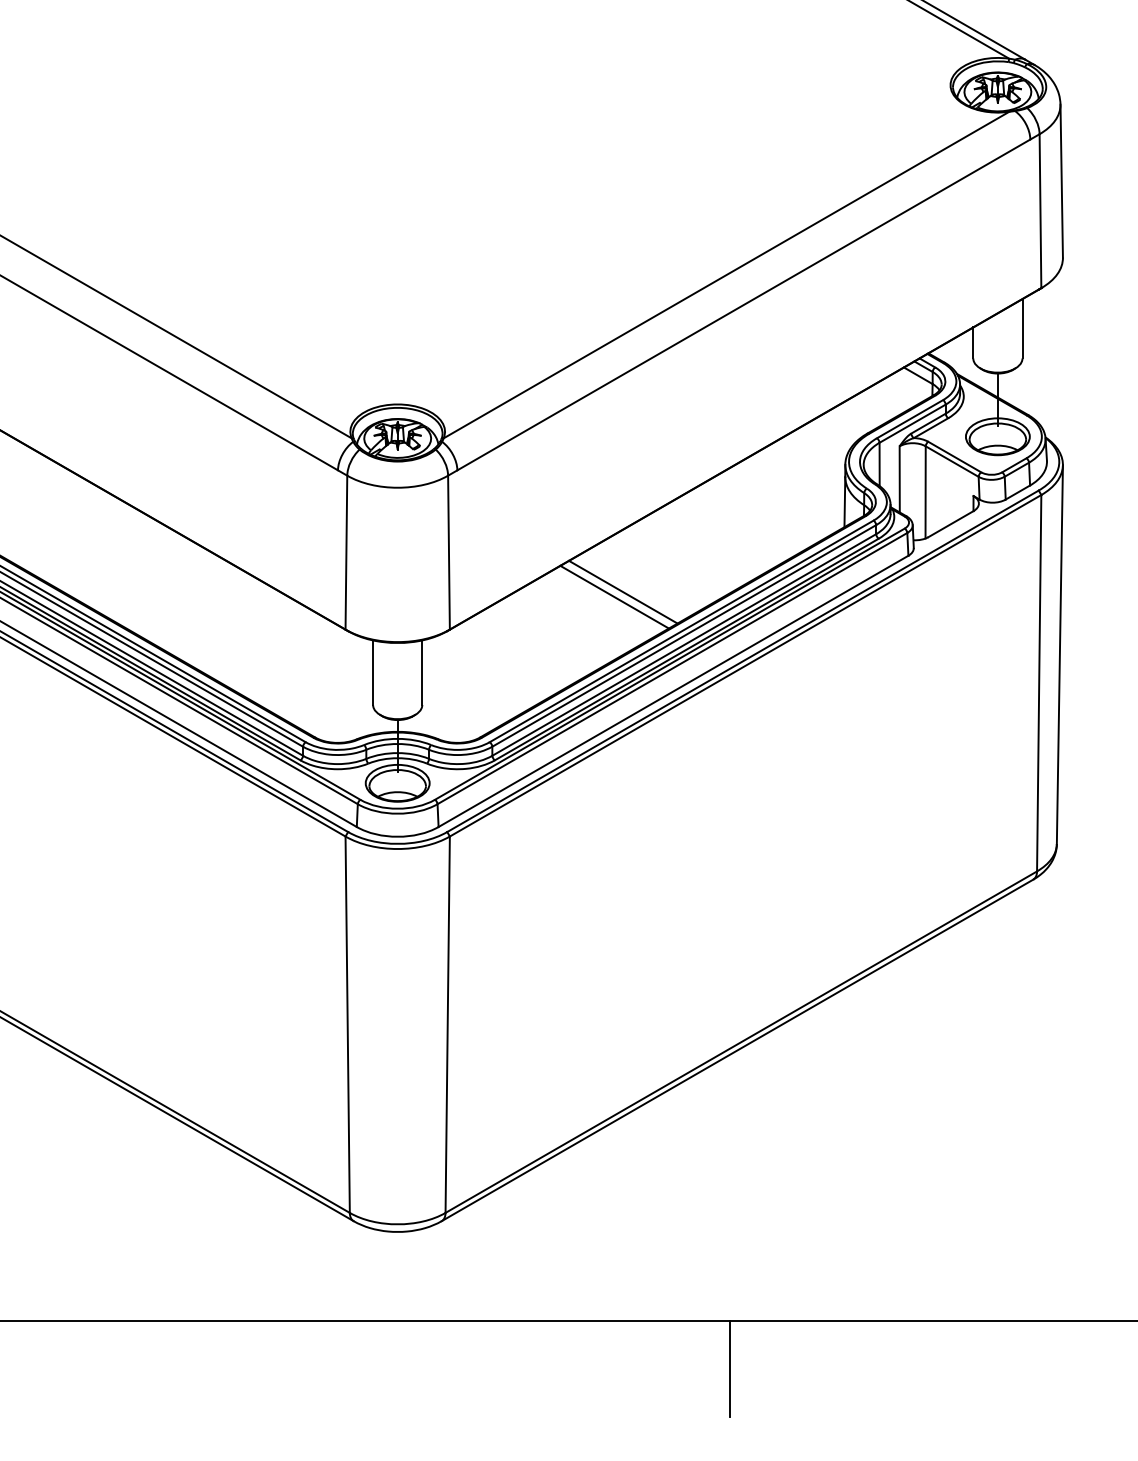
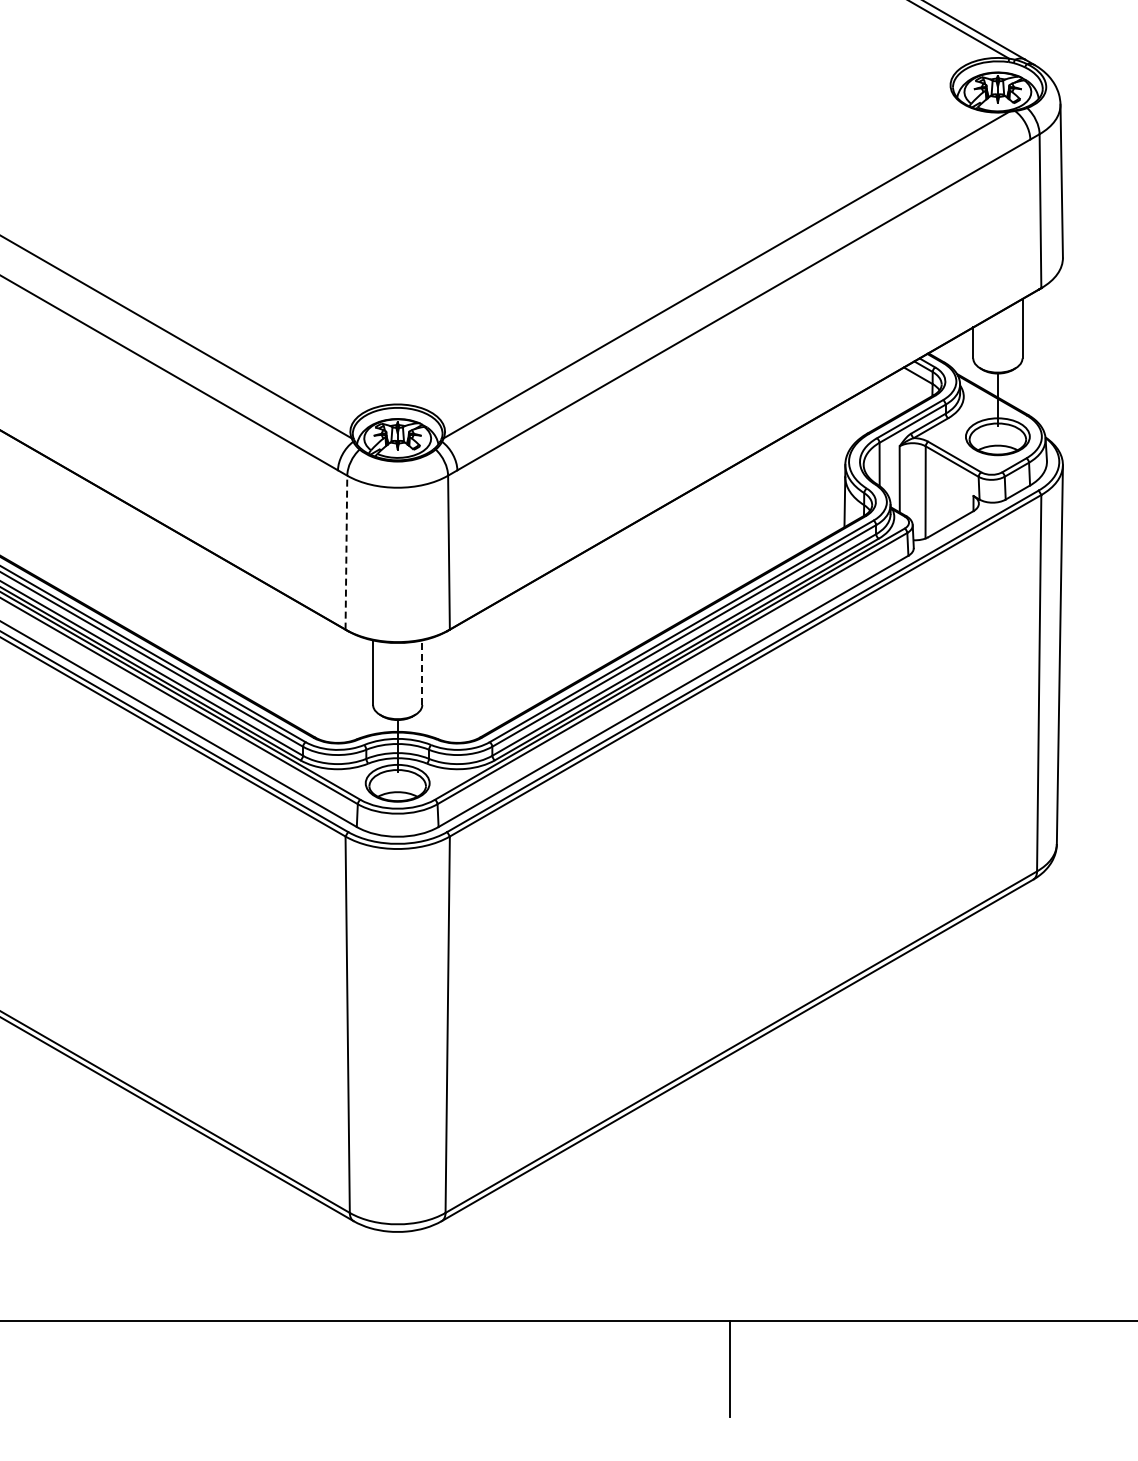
line at (346, 552): solid -> dashed
line at (623, 591): present -> none
line at (614, 596): present -> none
line at (422, 672): solid -> dashed
